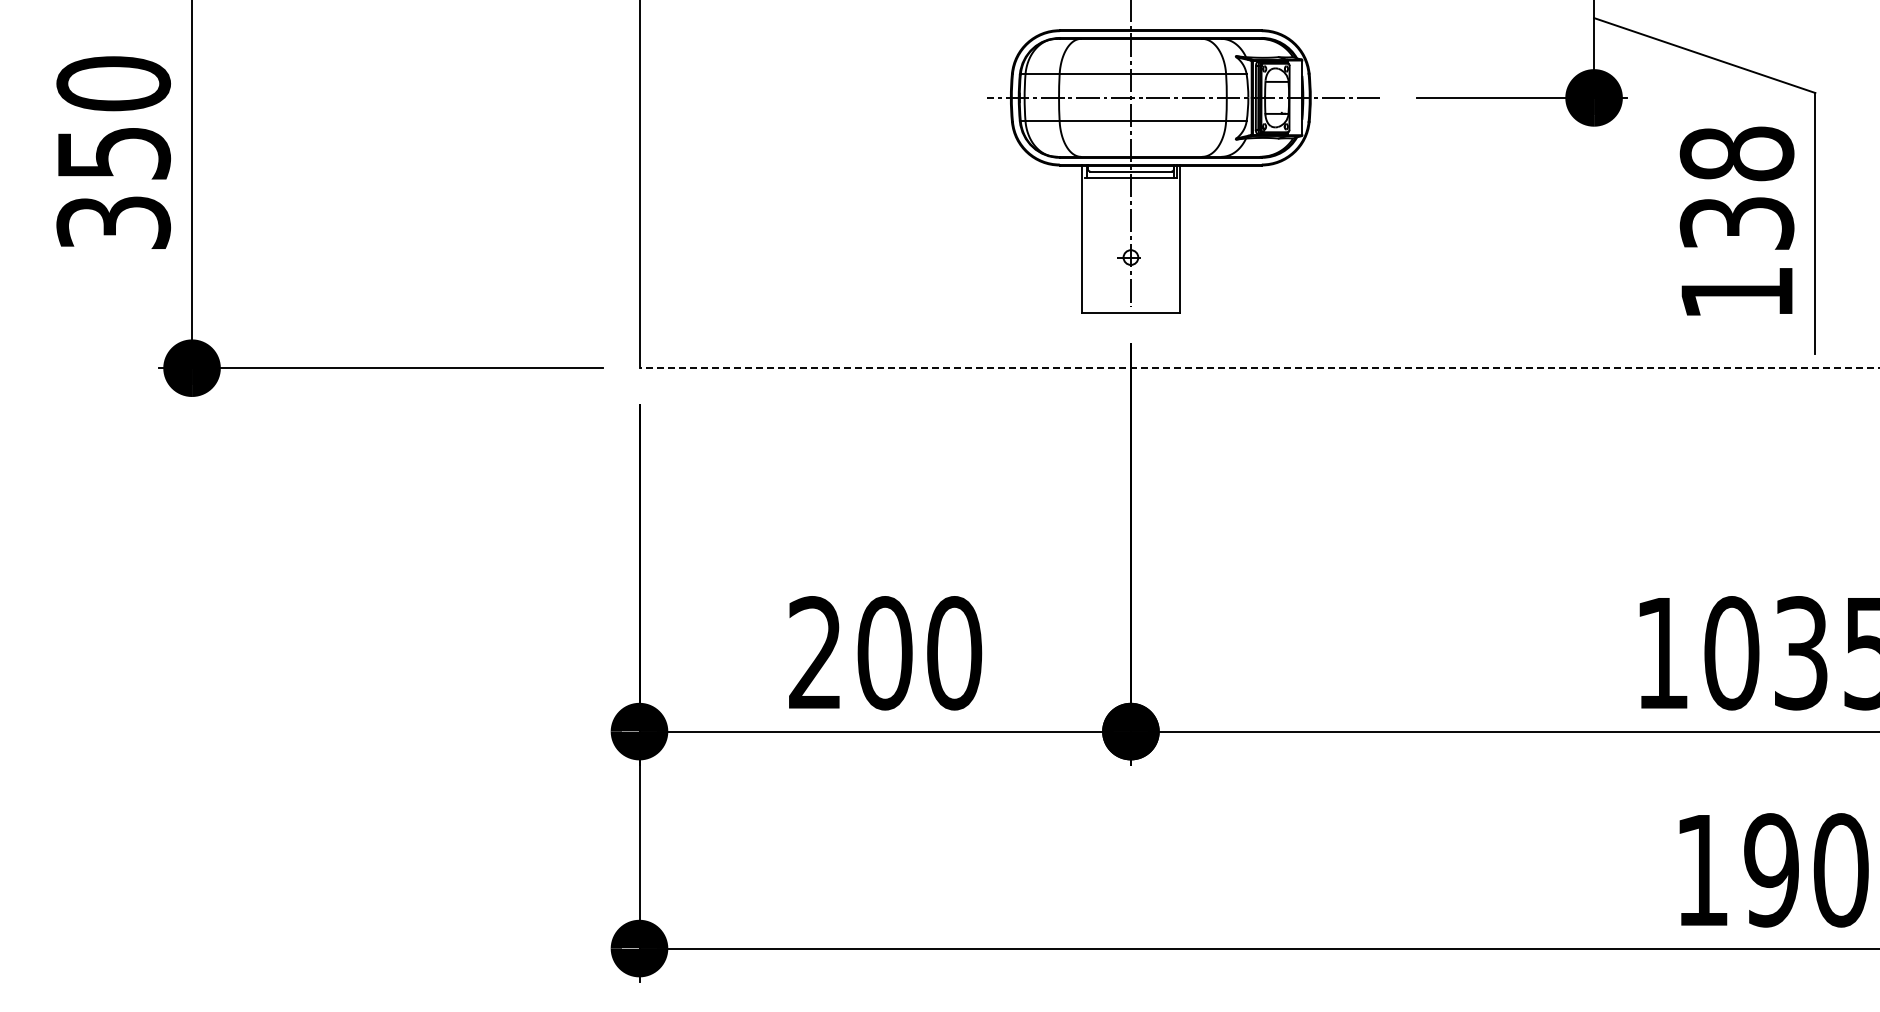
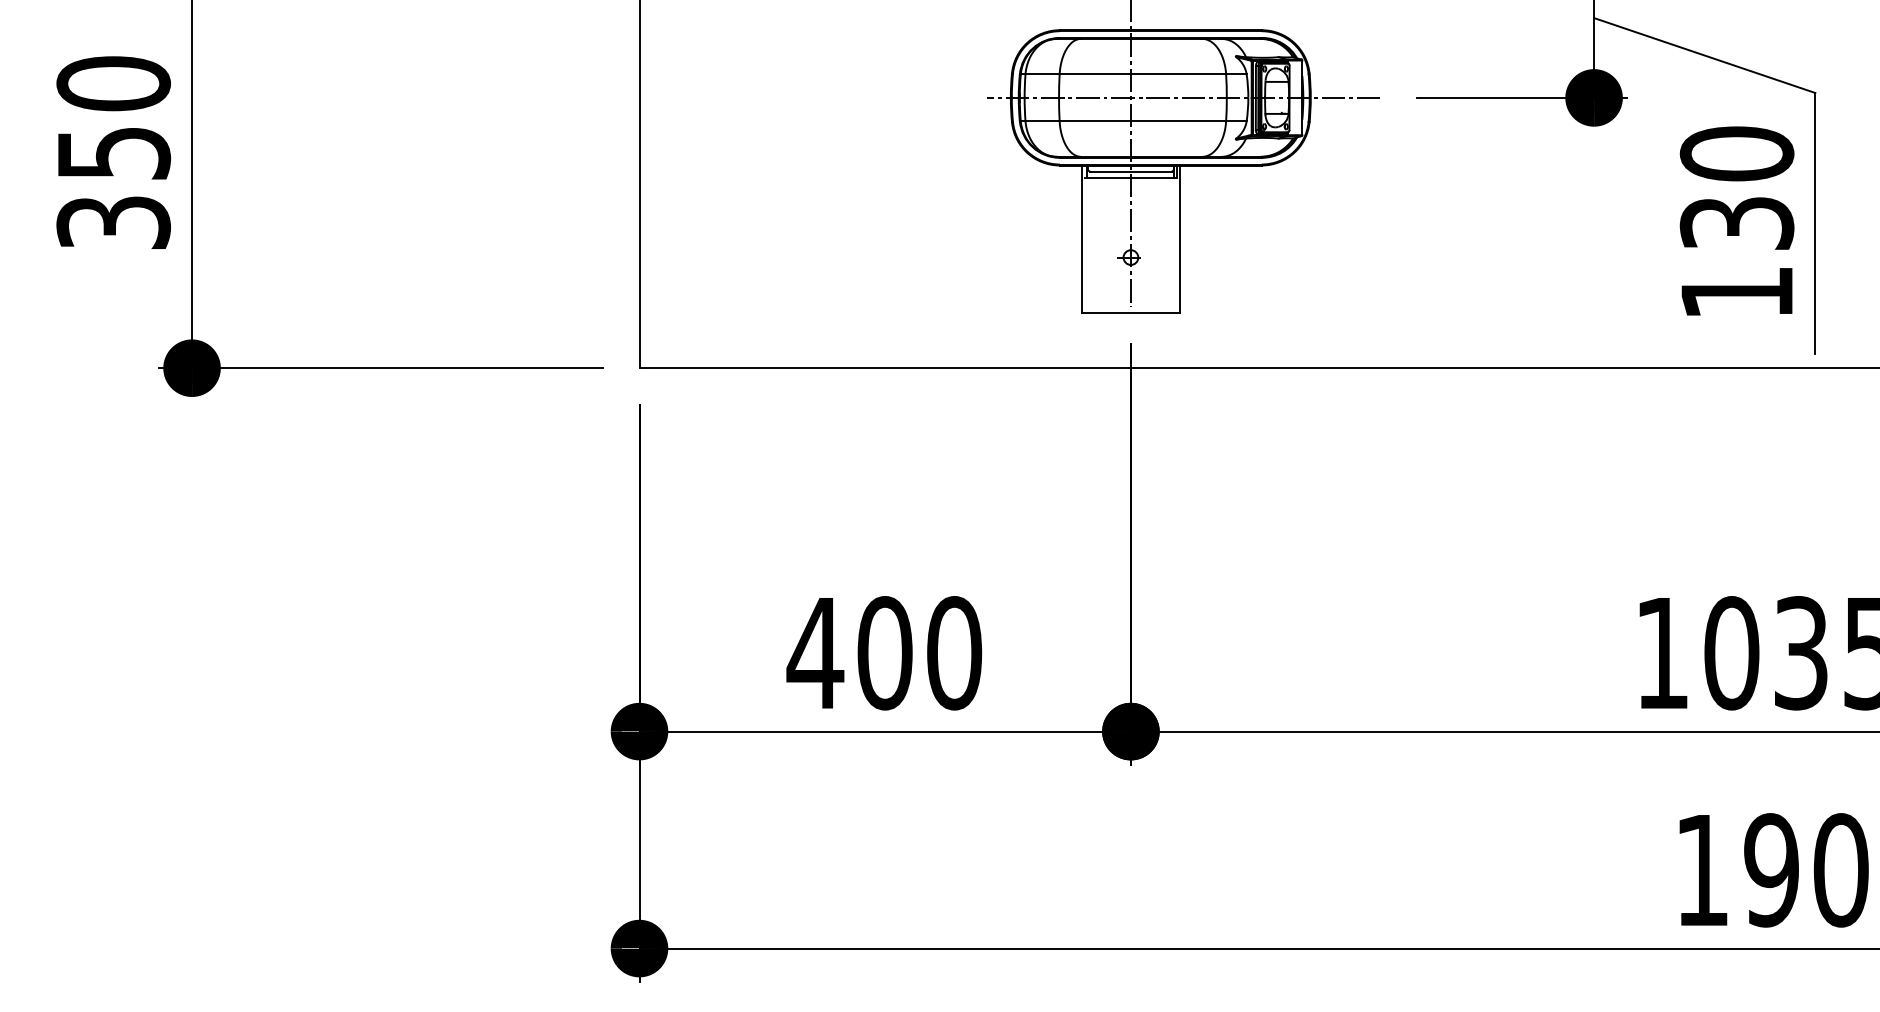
text at (1737, 153): 138 -> 130
line at (1259, 368): dashed -> solid
text at (815, 652): 200 -> 400
